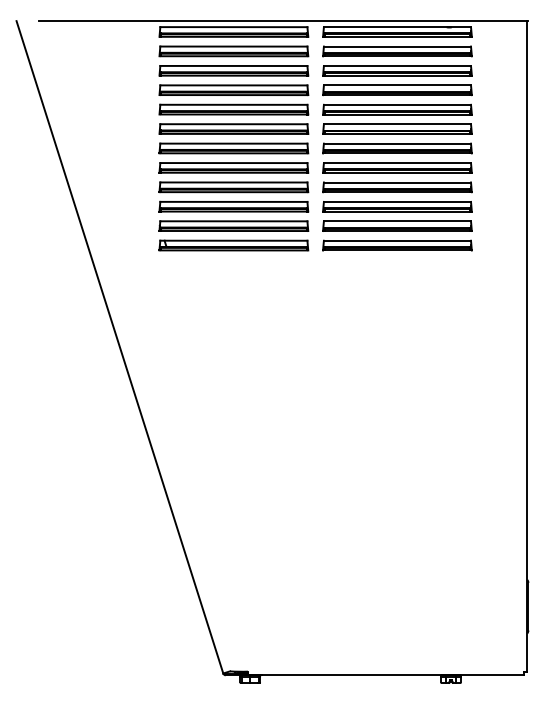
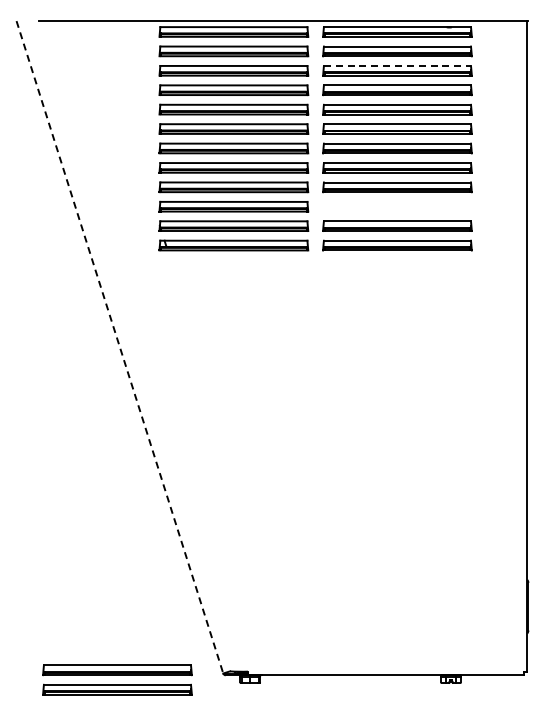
line at (397, 66): solid -> dashed
part at (397, 206): present -> none
line at (120, 347): solid -> dashed
part at (117, 679): none -> present
